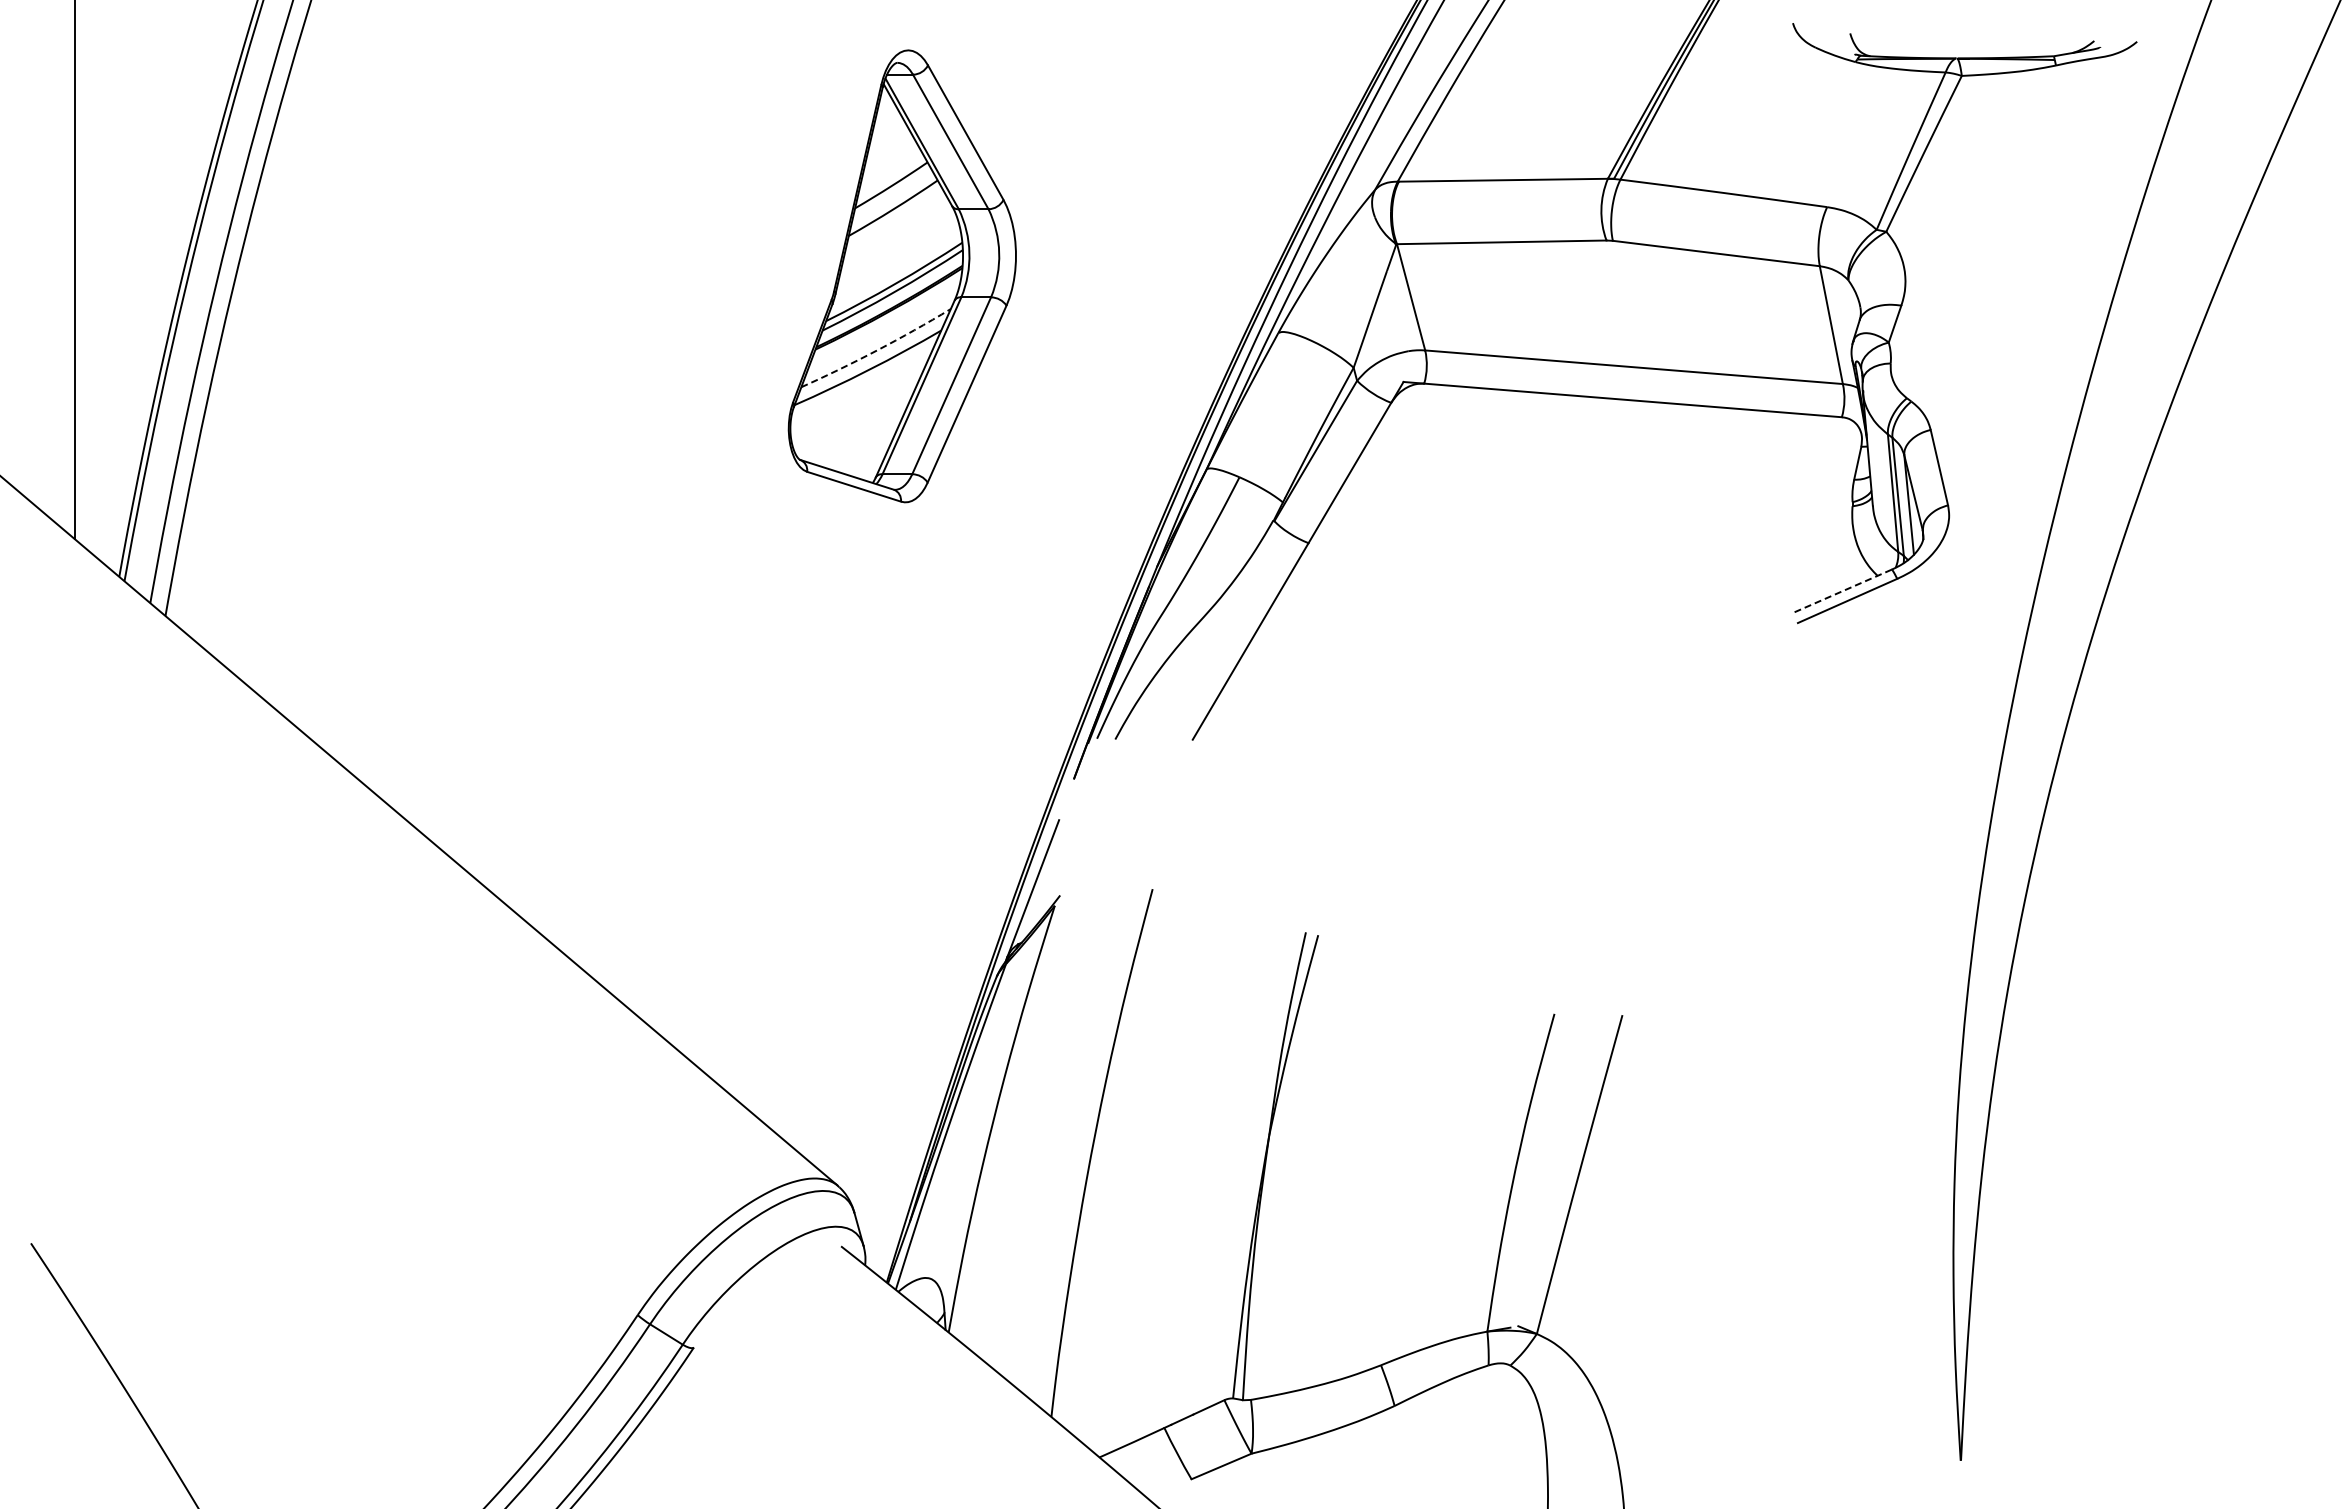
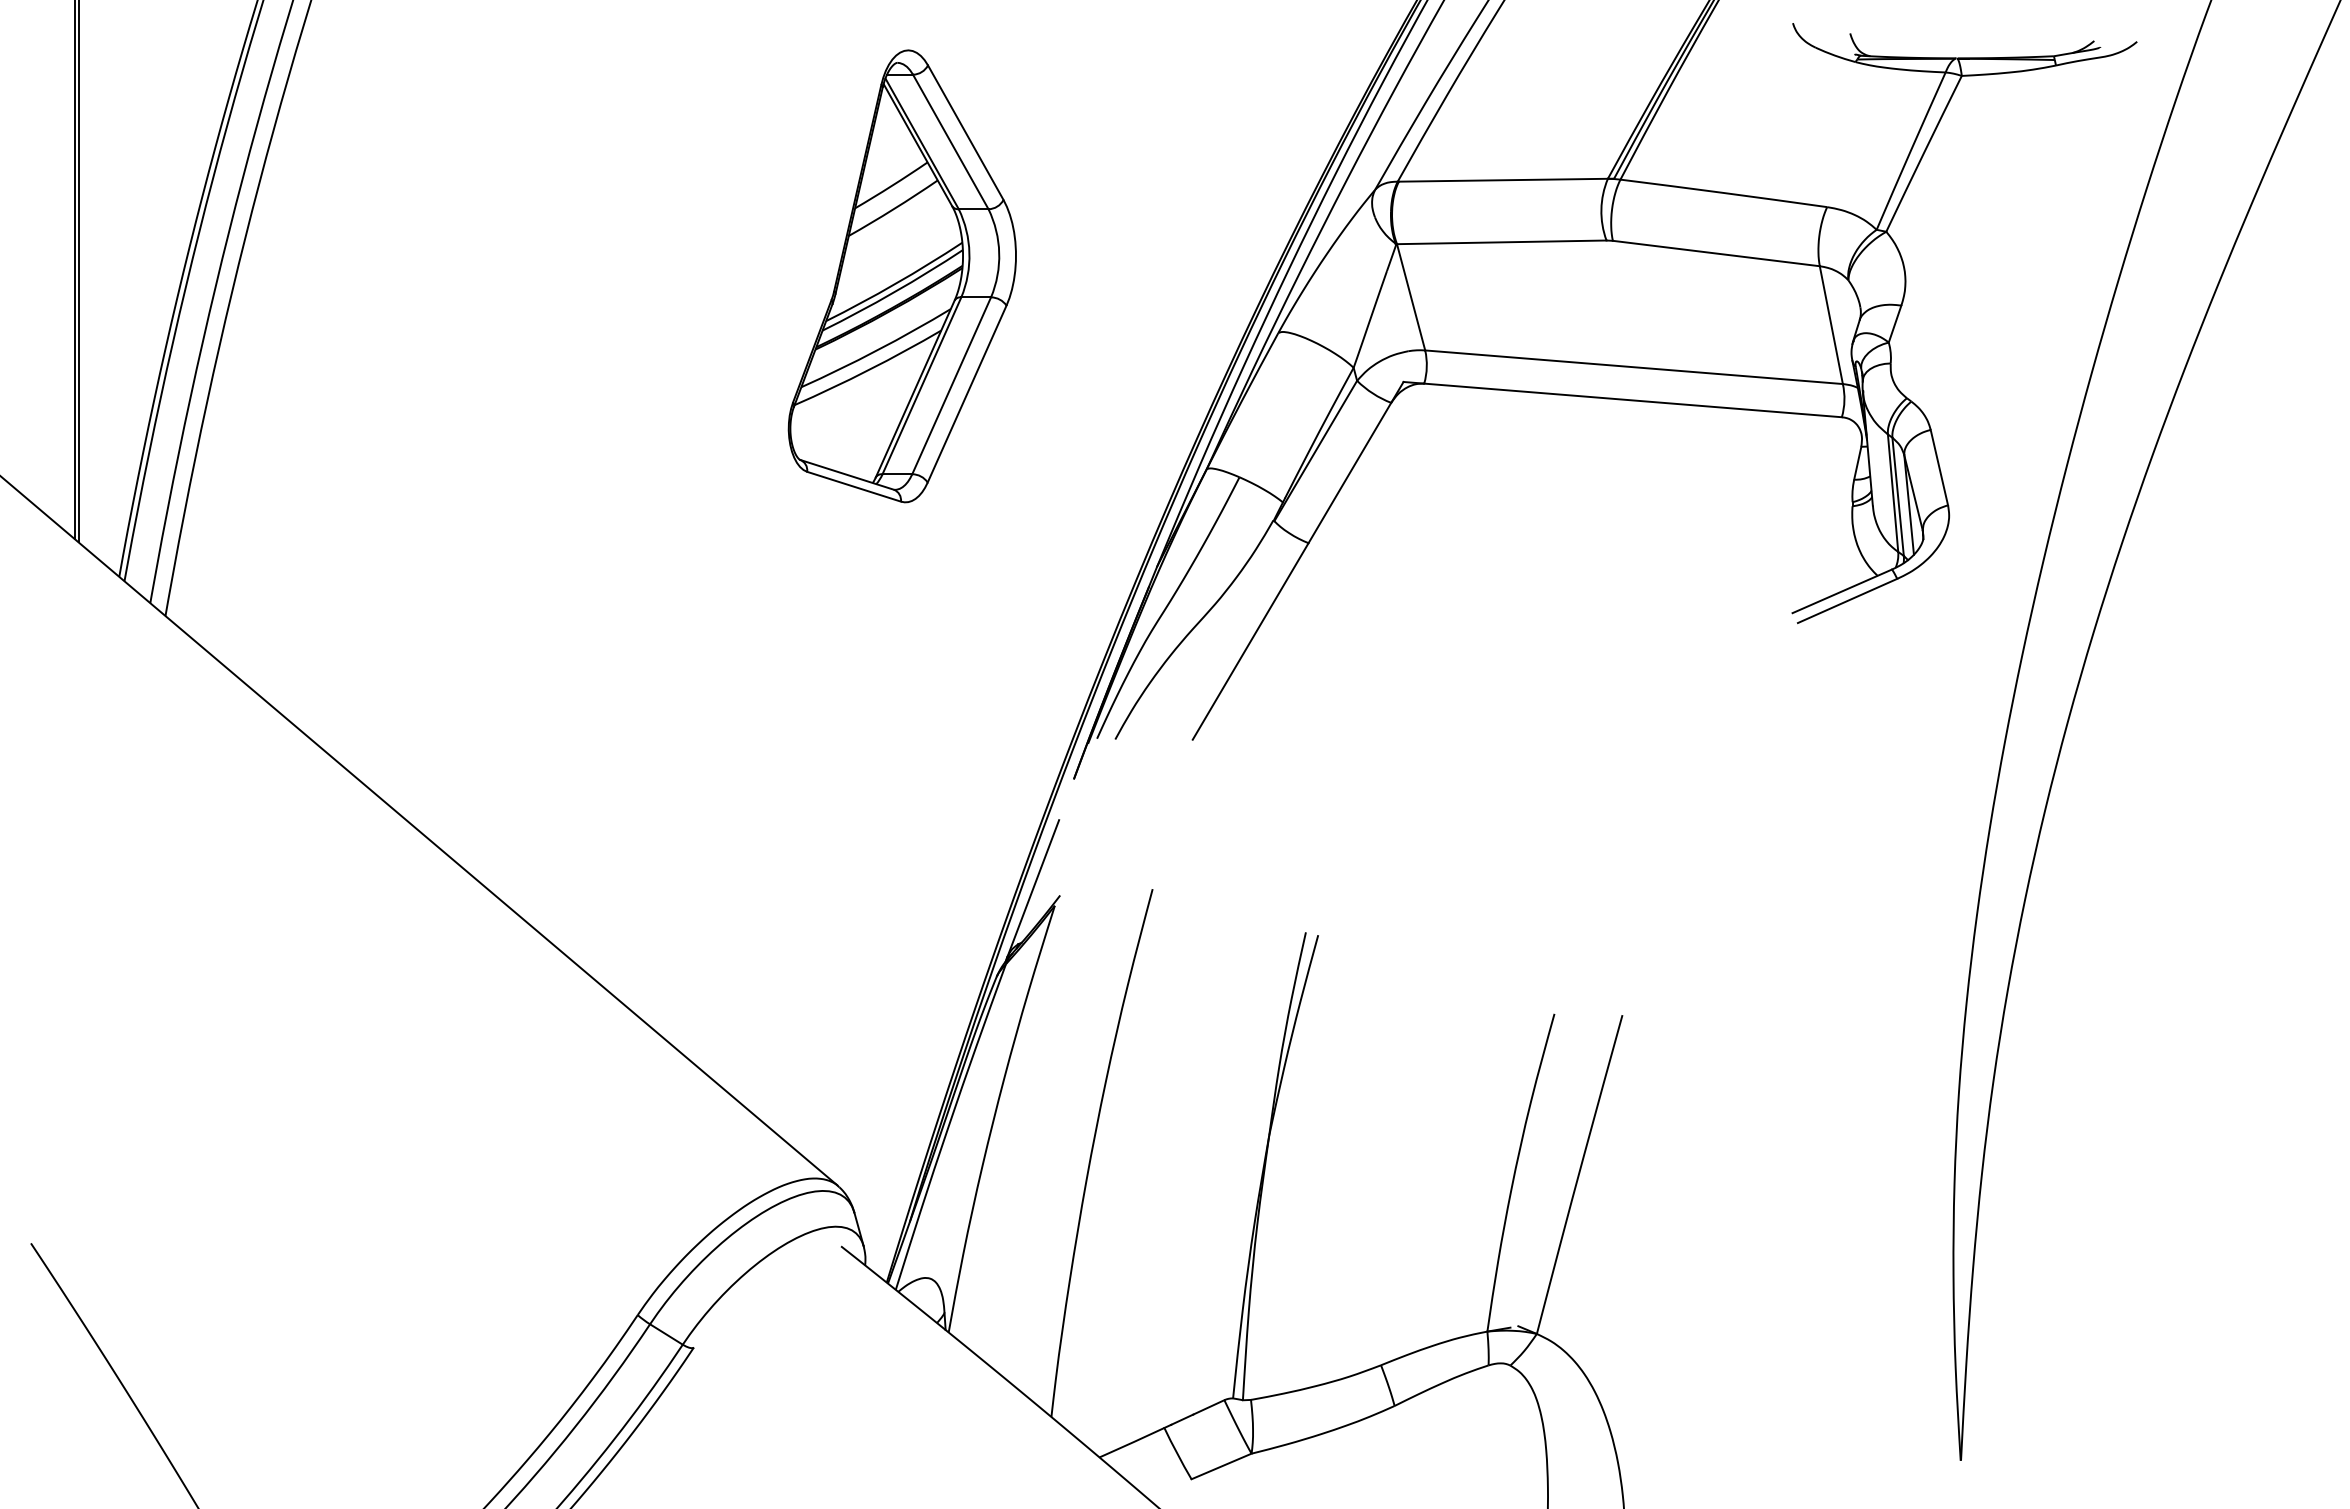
line at (78, 272): none -> present
arc at (877, 350): dashed -> solid
line at (1841, 591): dashed -> solid
